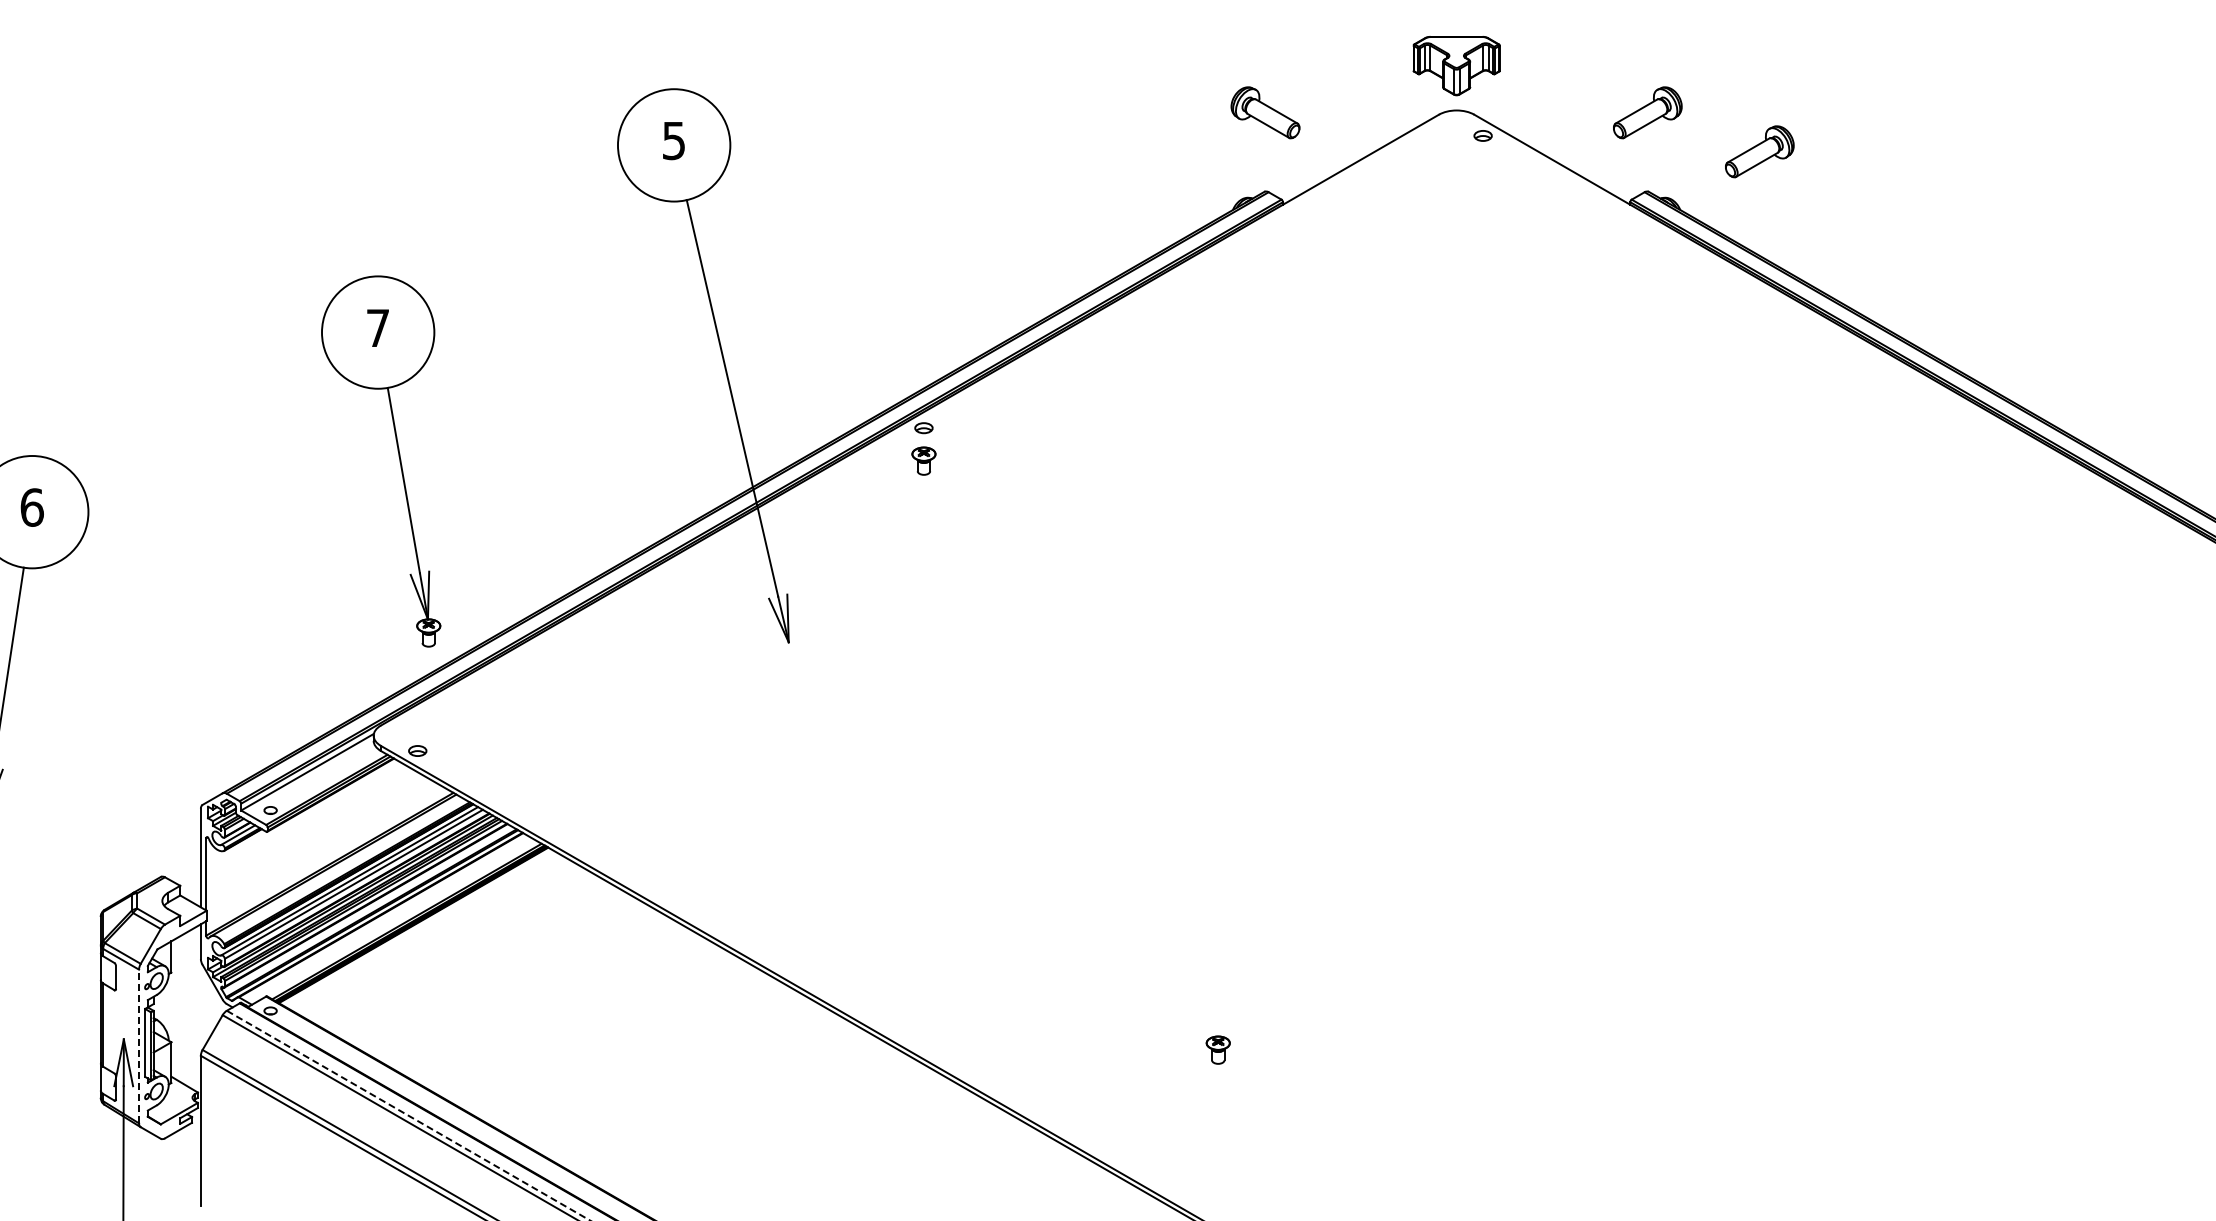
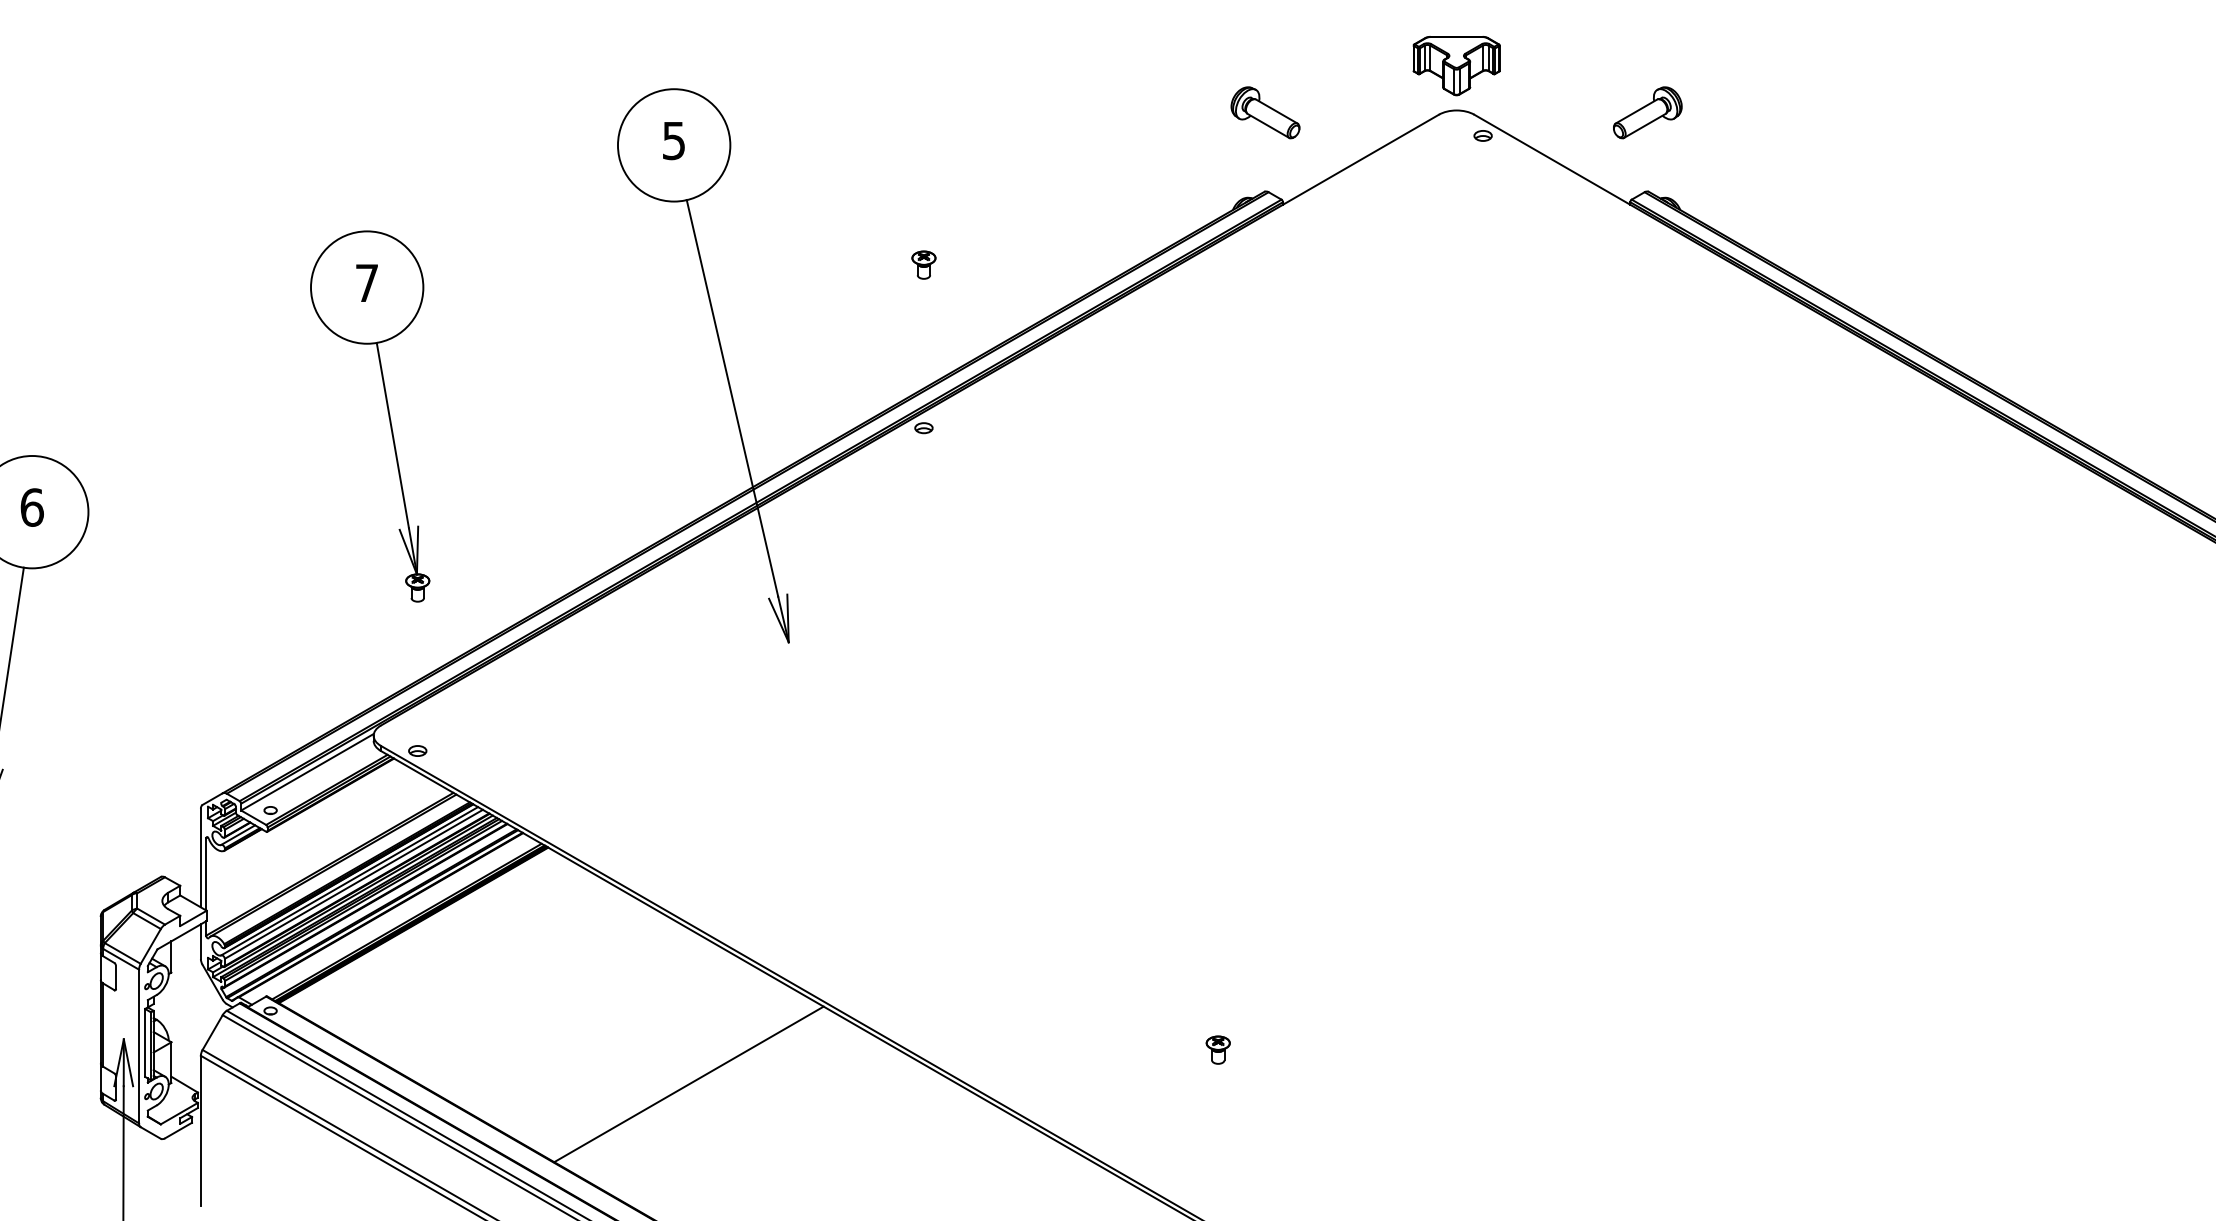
part at (1759, 151): present -> none
part at (398, 456) position: (398, 456) -> (387, 411)
part at (923, 460) position: (923, 460) -> (923, 264)
line at (139, 1046): dashed -> solid
line at (688, 1084): none -> present
line at (408, 1115): dashed -> solid
